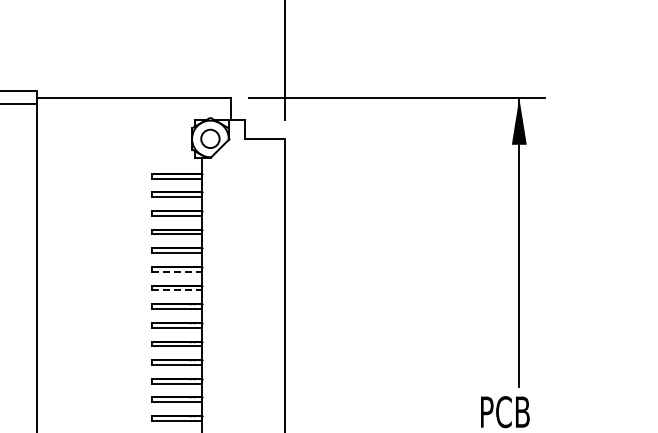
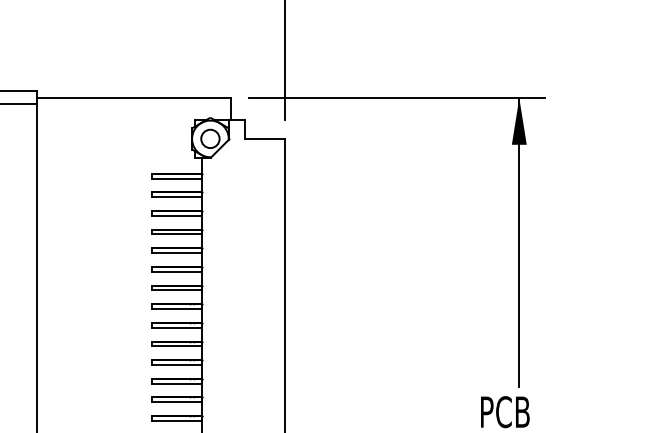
line at (177, 271): dashed -> solid
line at (177, 290): dashed -> solid
